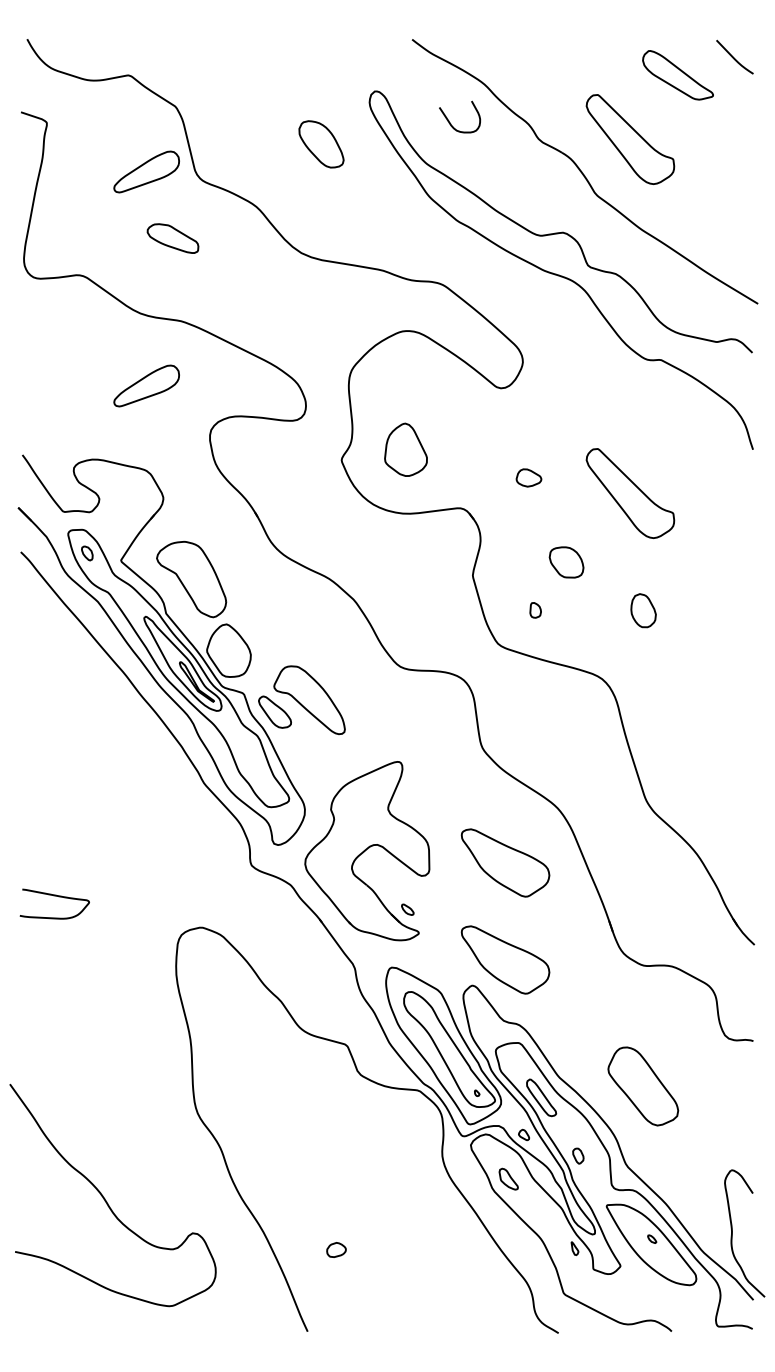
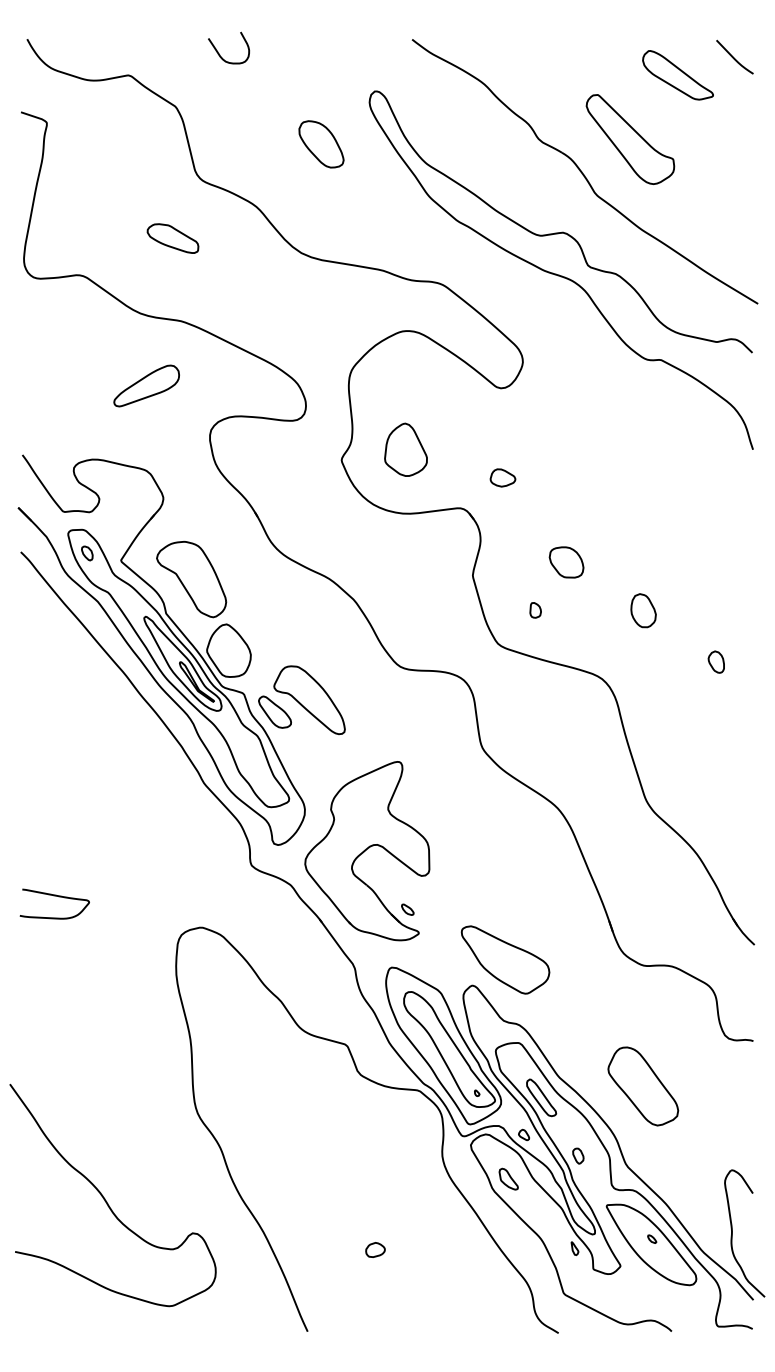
curve at (451, 123) position: (451, 123) -> (220, 54)
part at (146, 171): present -> none
part at (528, 477) position: (528, 477) -> (502, 477)
part at (630, 493): present -> none
part at (715, 661): none -> present
part at (505, 862): present -> none
part at (336, 1249) position: (336, 1249) -> (375, 1249)
